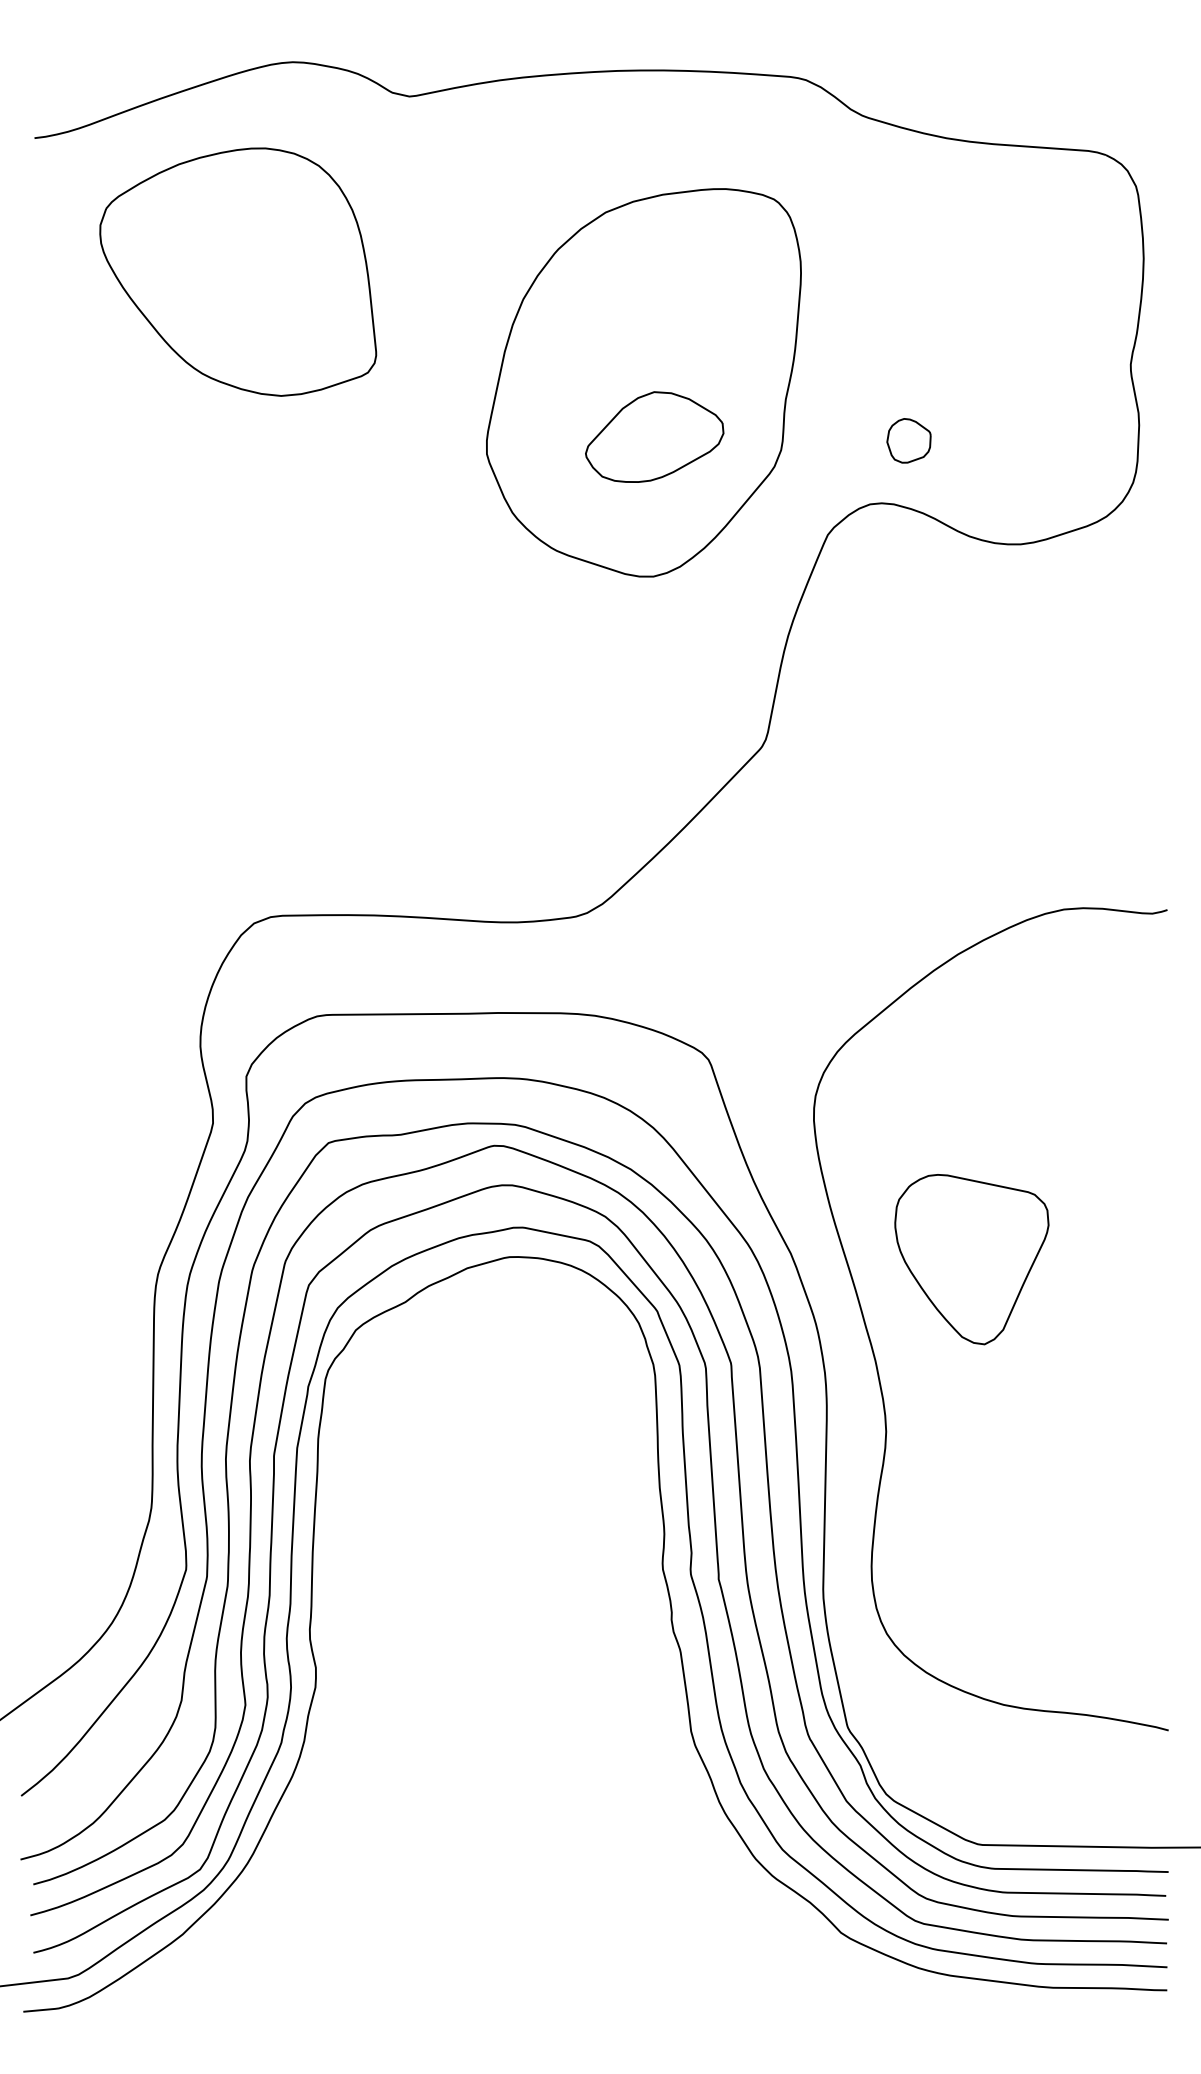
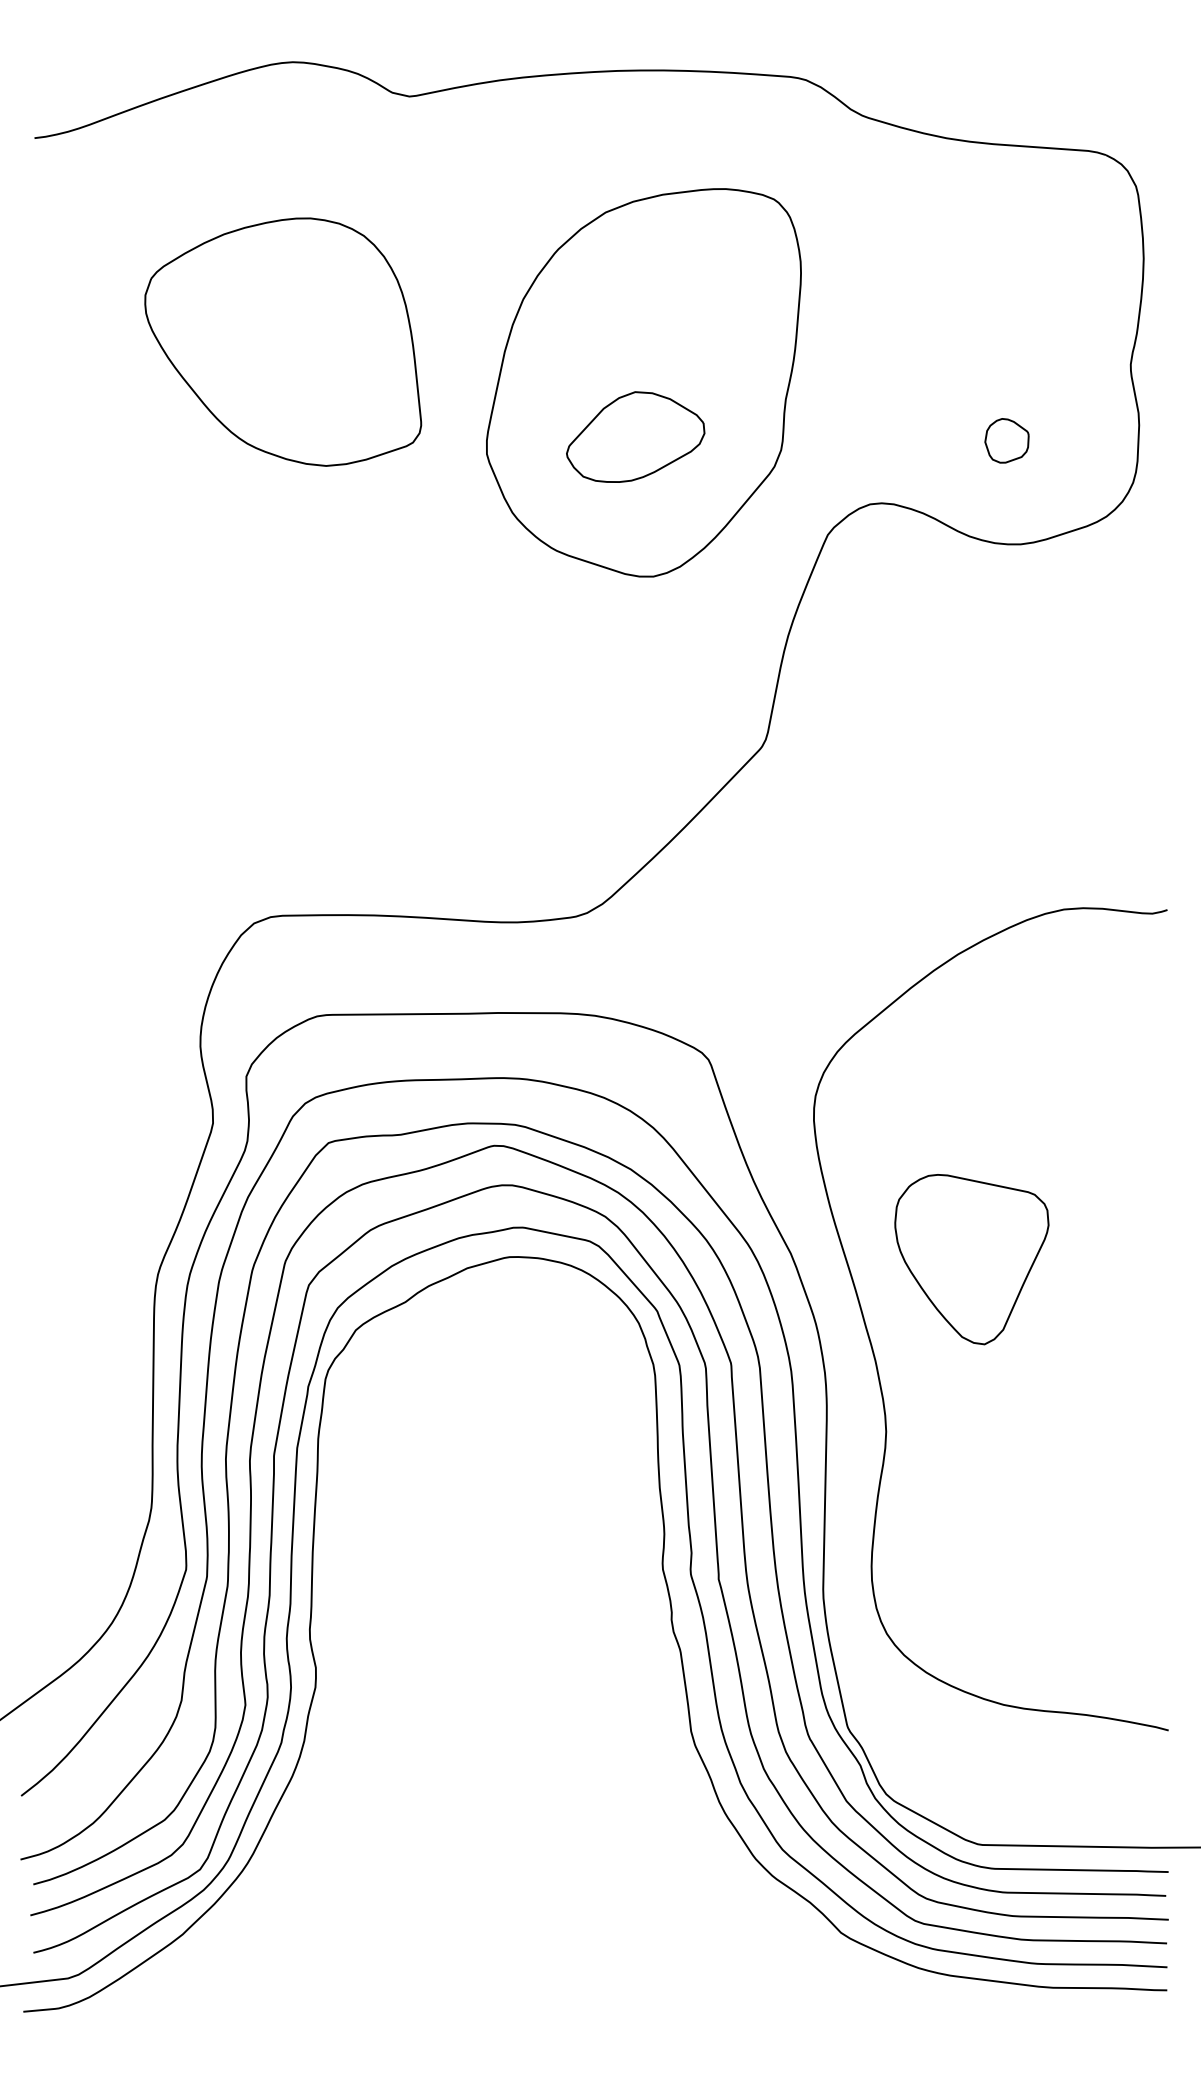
part at (238, 271) position: (238, 271) -> (283, 341)
part at (654, 436) position: (654, 436) -> (635, 436)
part at (908, 440) position: (908, 440) -> (1006, 440)
